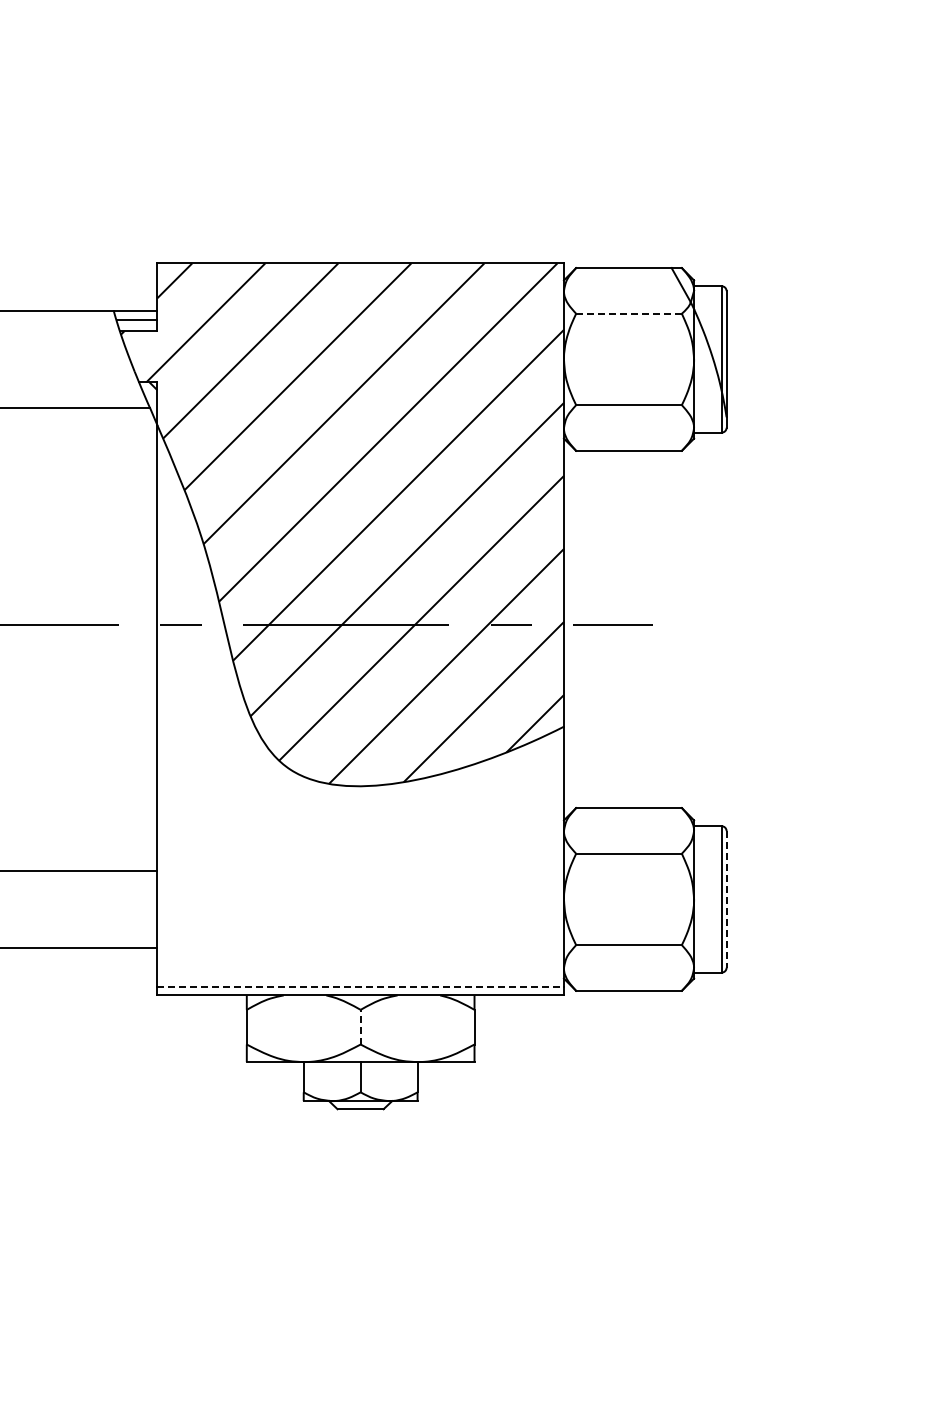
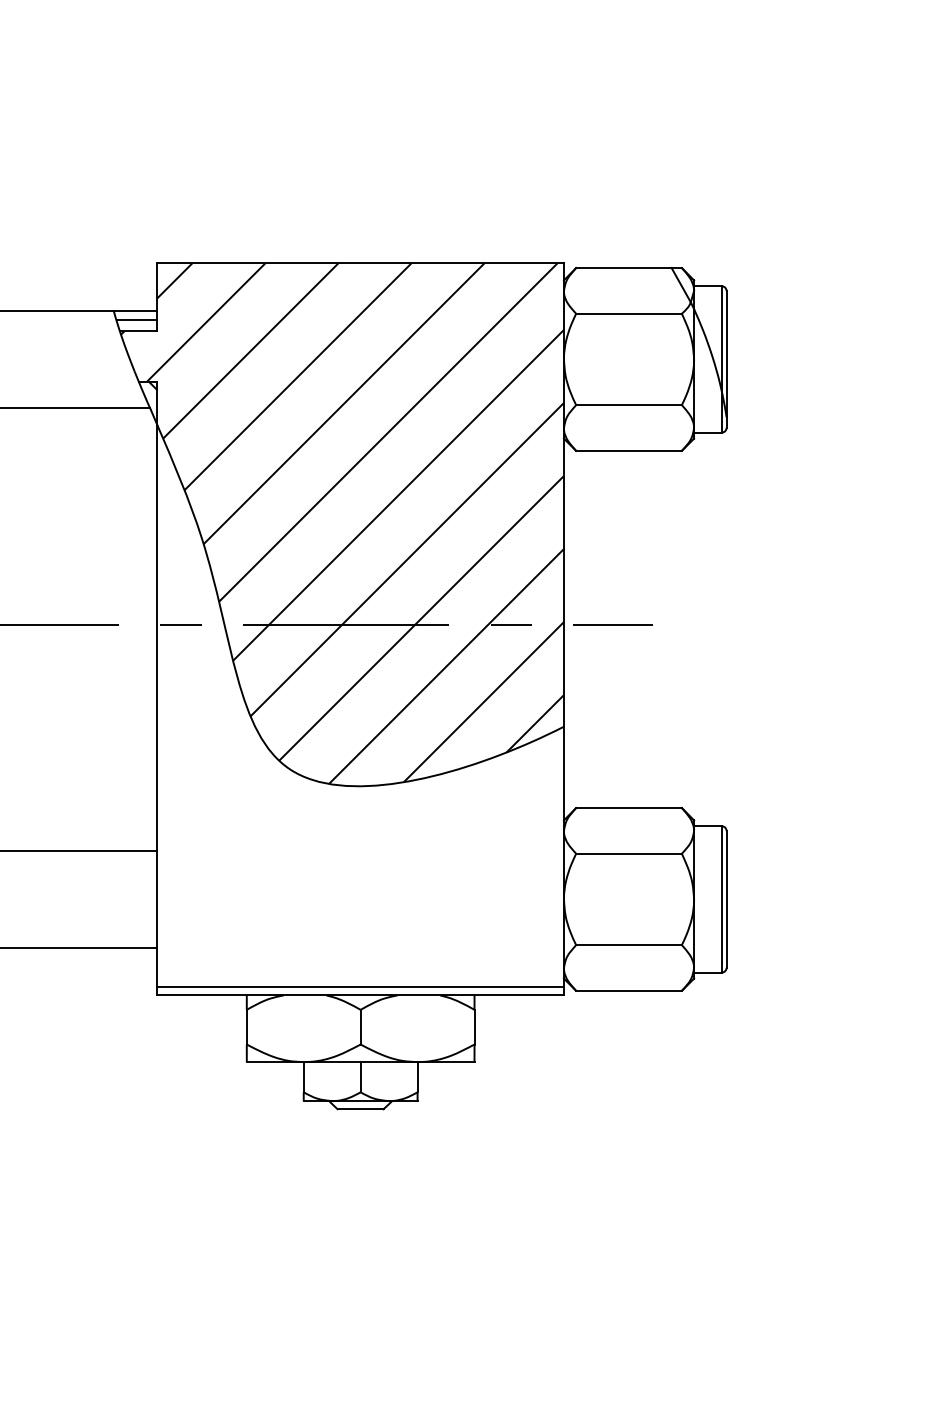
line at (629, 313): dashed -> solid
line at (79, 870) position: (79, 870) -> (79, 850)
line at (726, 899): dashed -> solid
line at (361, 987): dashed -> solid
line at (360, 1026): dashed -> solid
